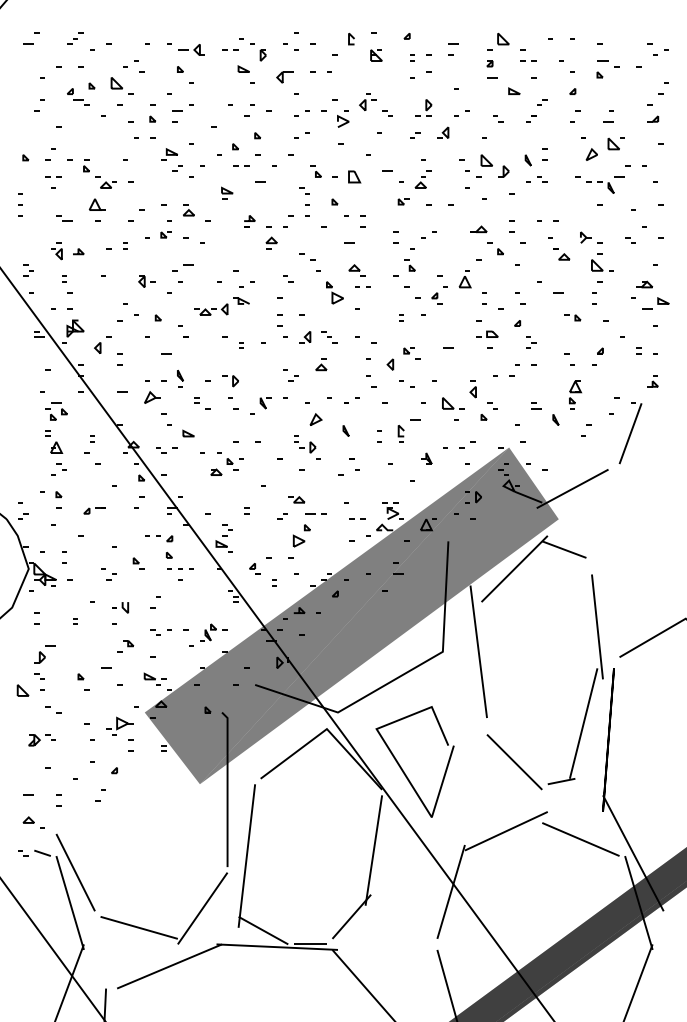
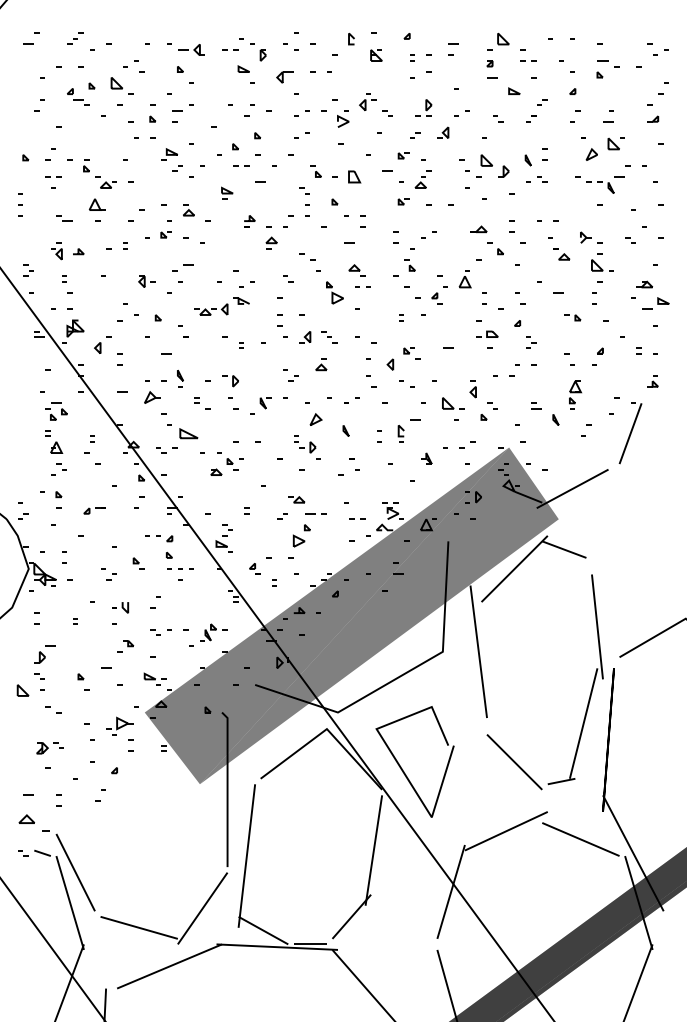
part at (403, 155): none -> present
part at (188, 433) size: 13x9 px -> 20x12 px
part at (41, 740) position: (41, 740) -> (49, 748)
part at (33, 822) size: 23x13 px -> 32x18 px
